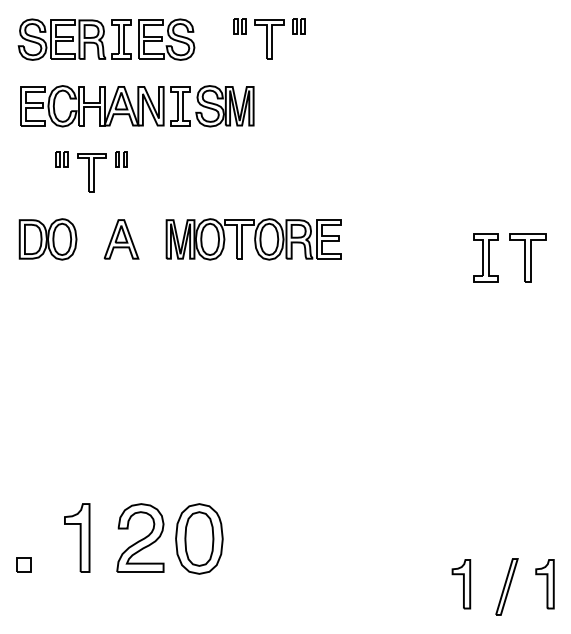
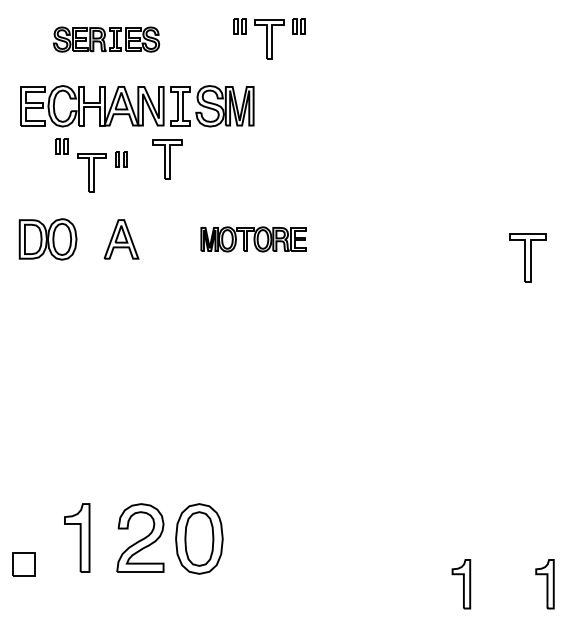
part at (106, 39) size: 179x43 px -> 108x27 px
part at (61, 159) position: (61, 159) -> (61, 146)
part at (167, 159): none -> present
part at (253, 239) size: 177x43 px -> 107x27 px
part at (485, 257): present -> none
part at (23, 564) size: 16x16 px -> 24x25 px
part at (506, 586): present -> none
